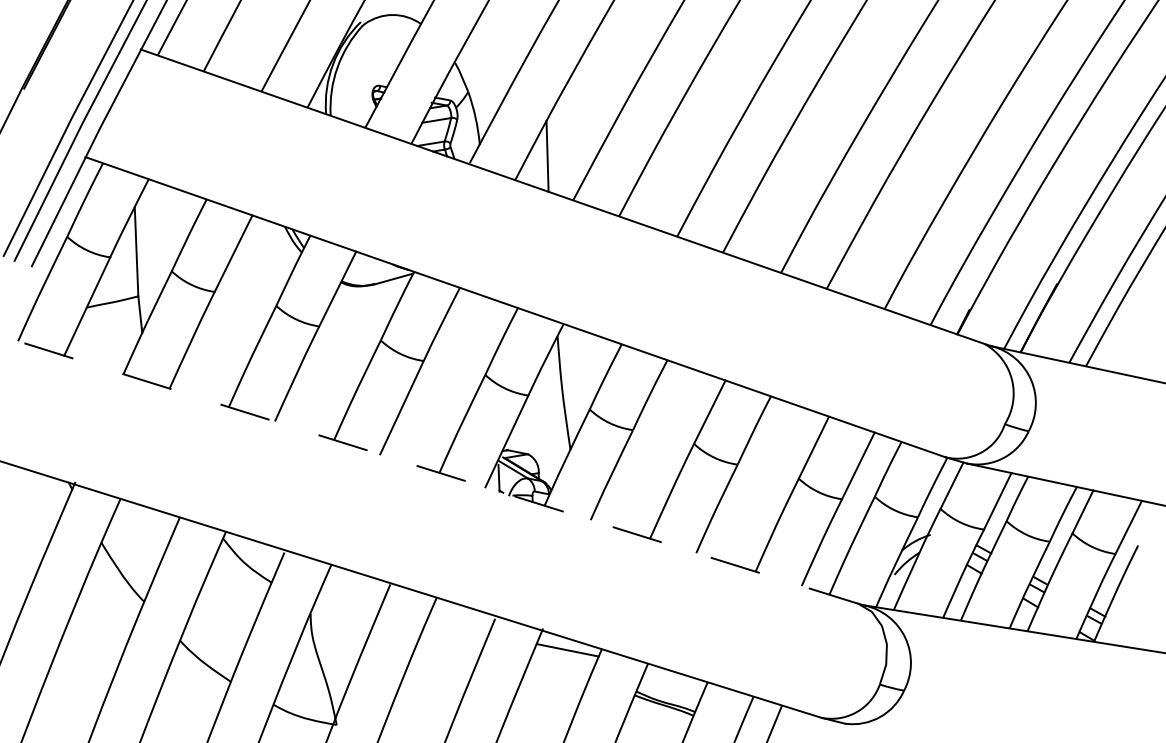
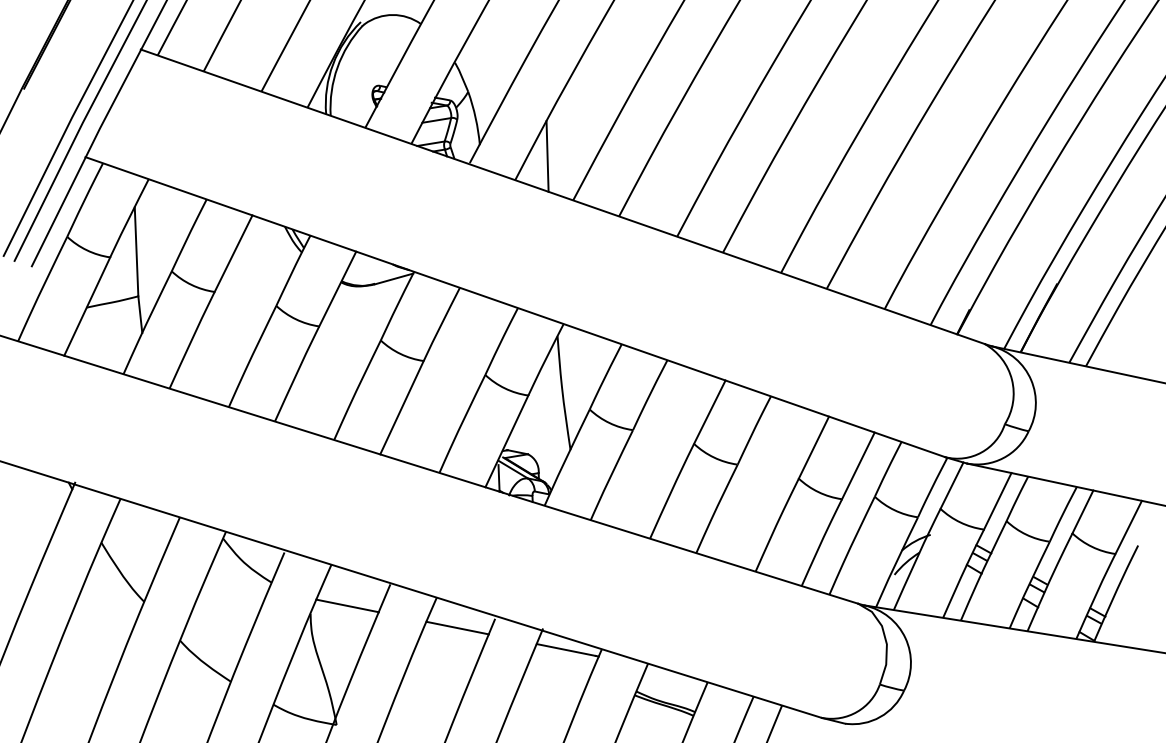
line at (428, 469): dashed -> solid
line at (347, 605): none -> present
line at (457, 627): none -> present
